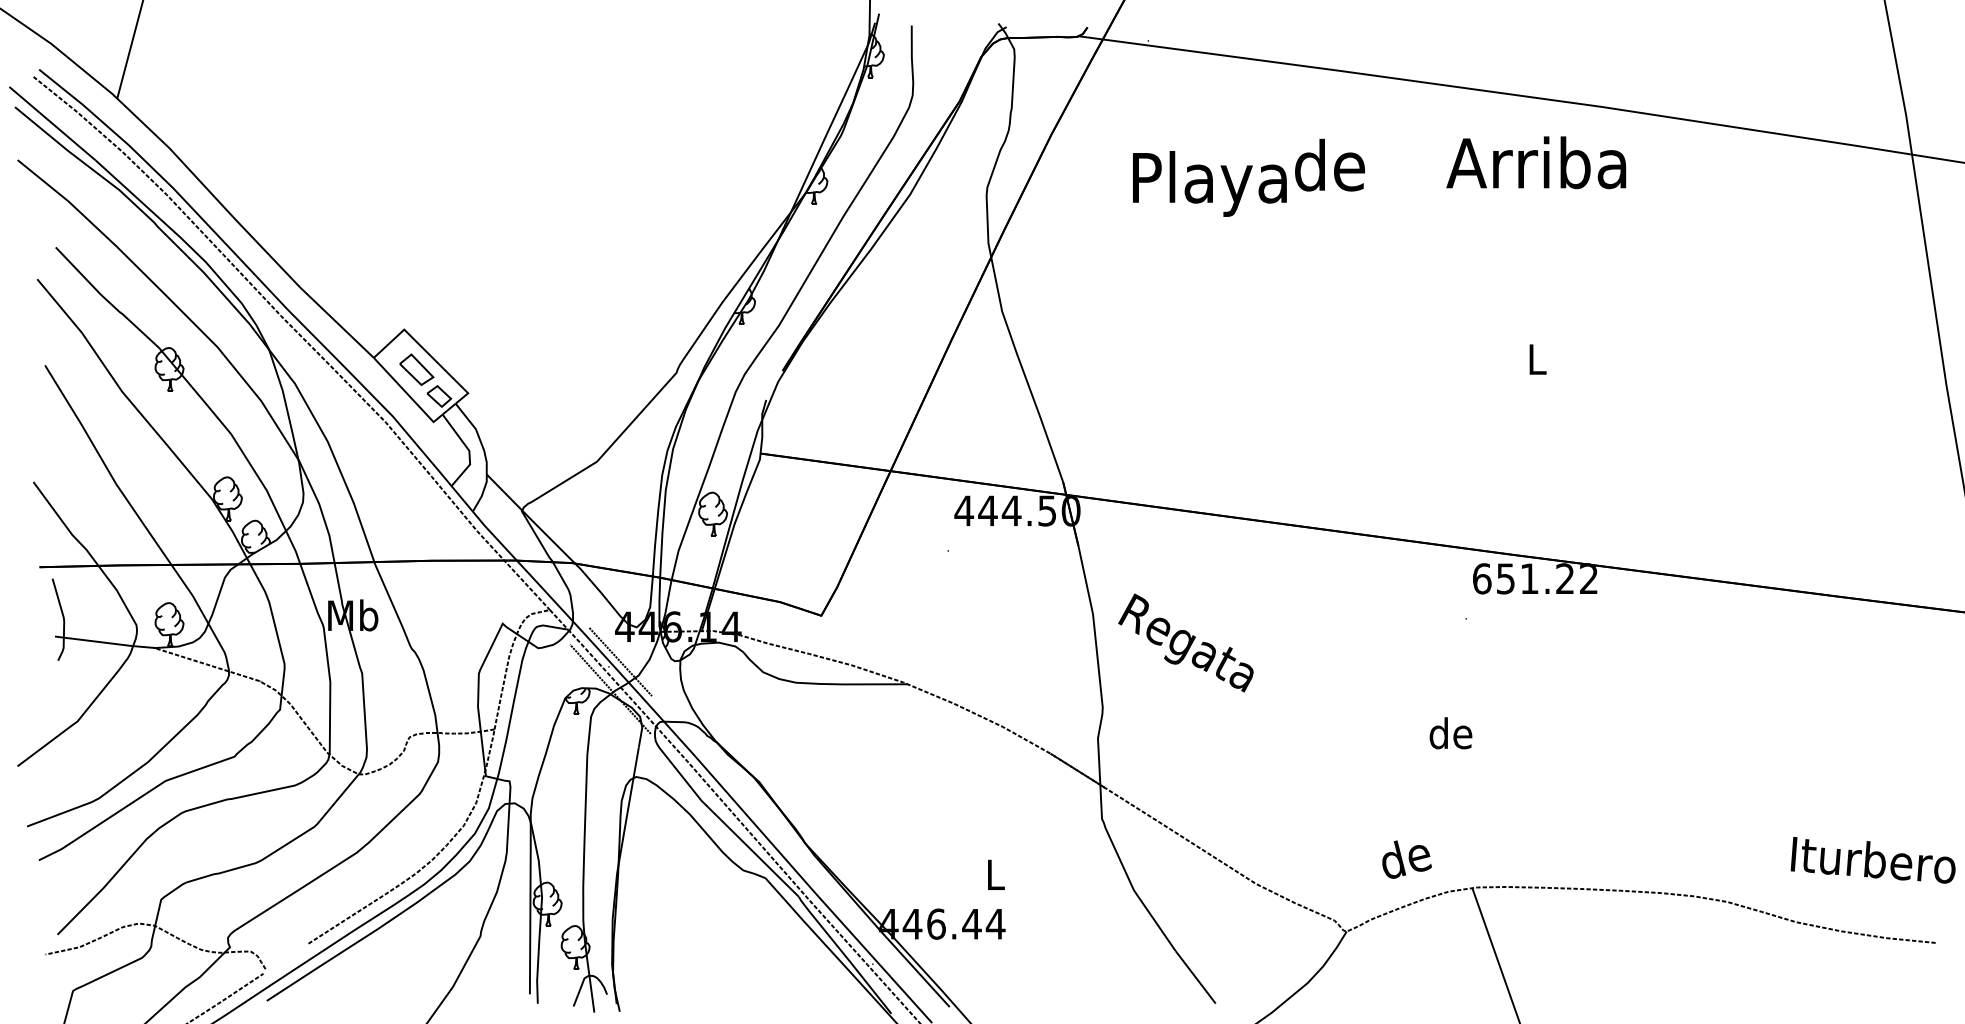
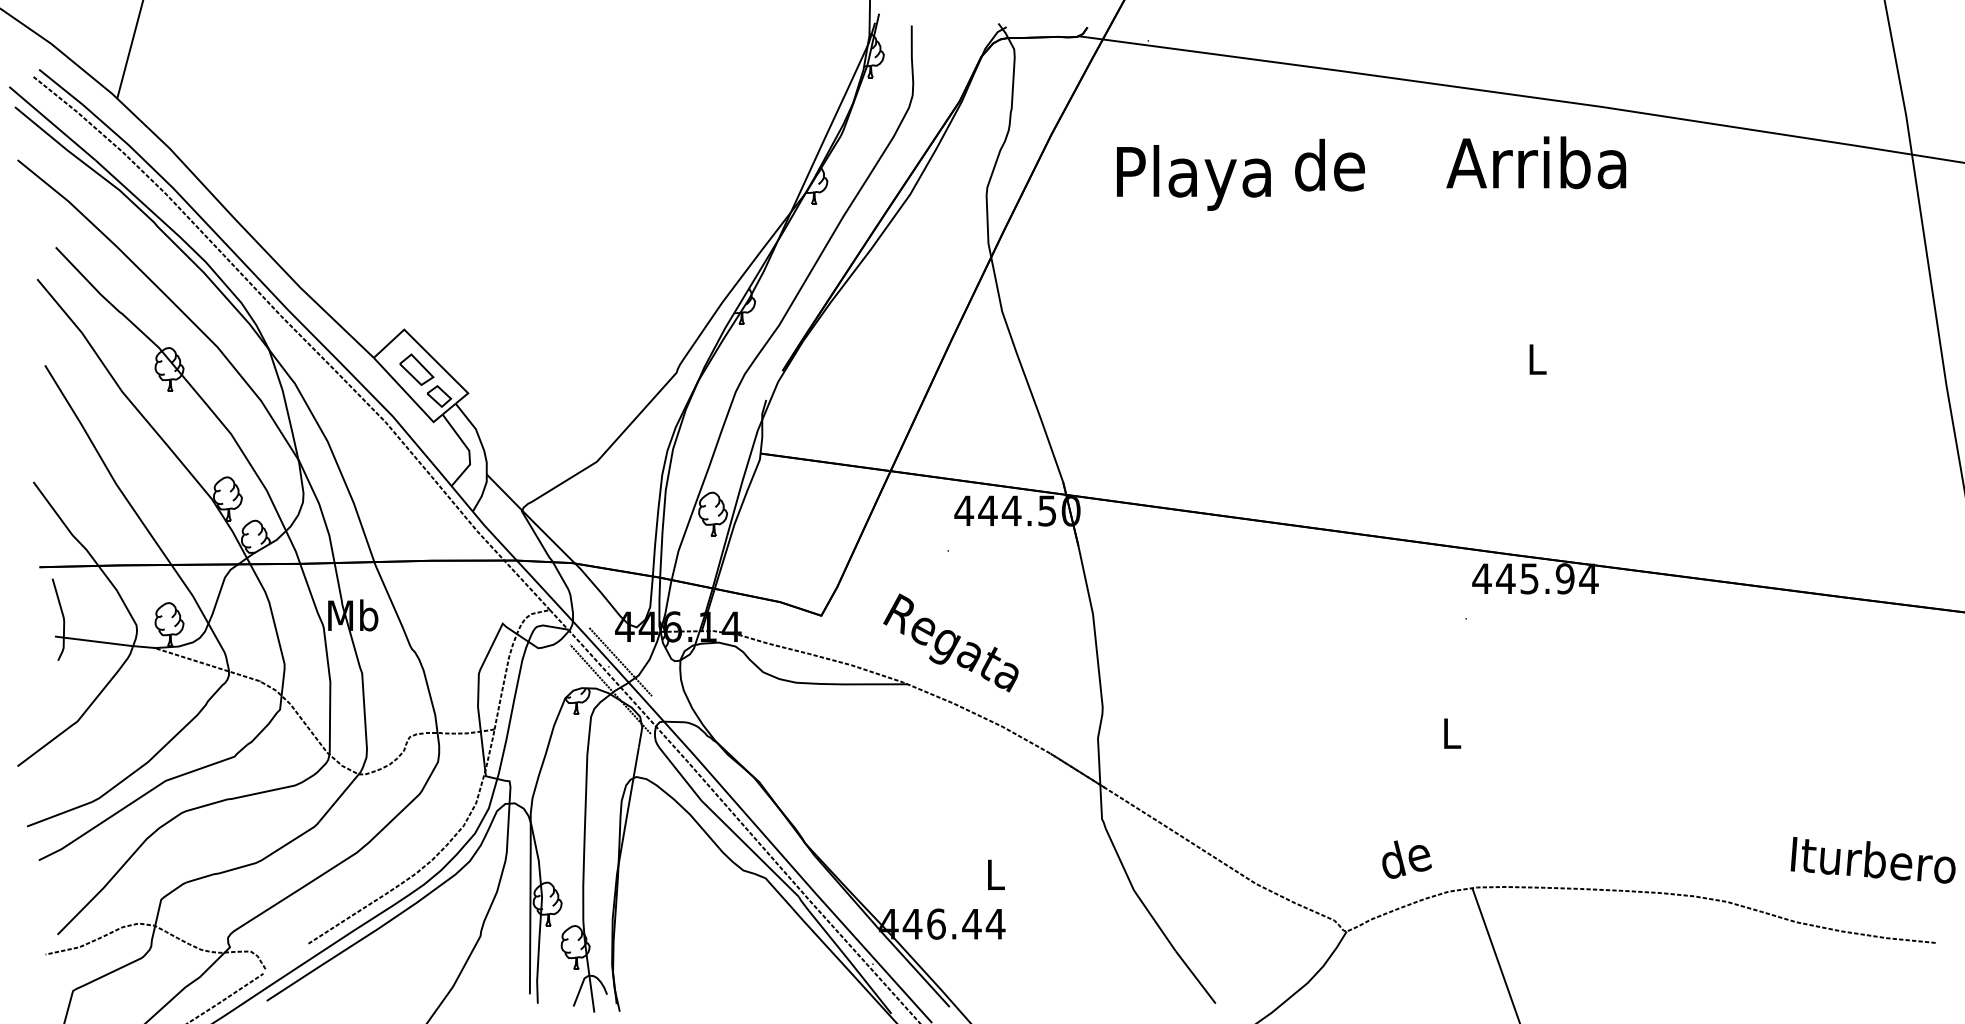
text at (1209, 183) position: (1209, 183) -> (1193, 177)
text at (1535, 578): 651.22 -> 445.94
text at (1185, 642) position: (1185, 642) -> (950, 642)
text at (1450, 733): de -> L
